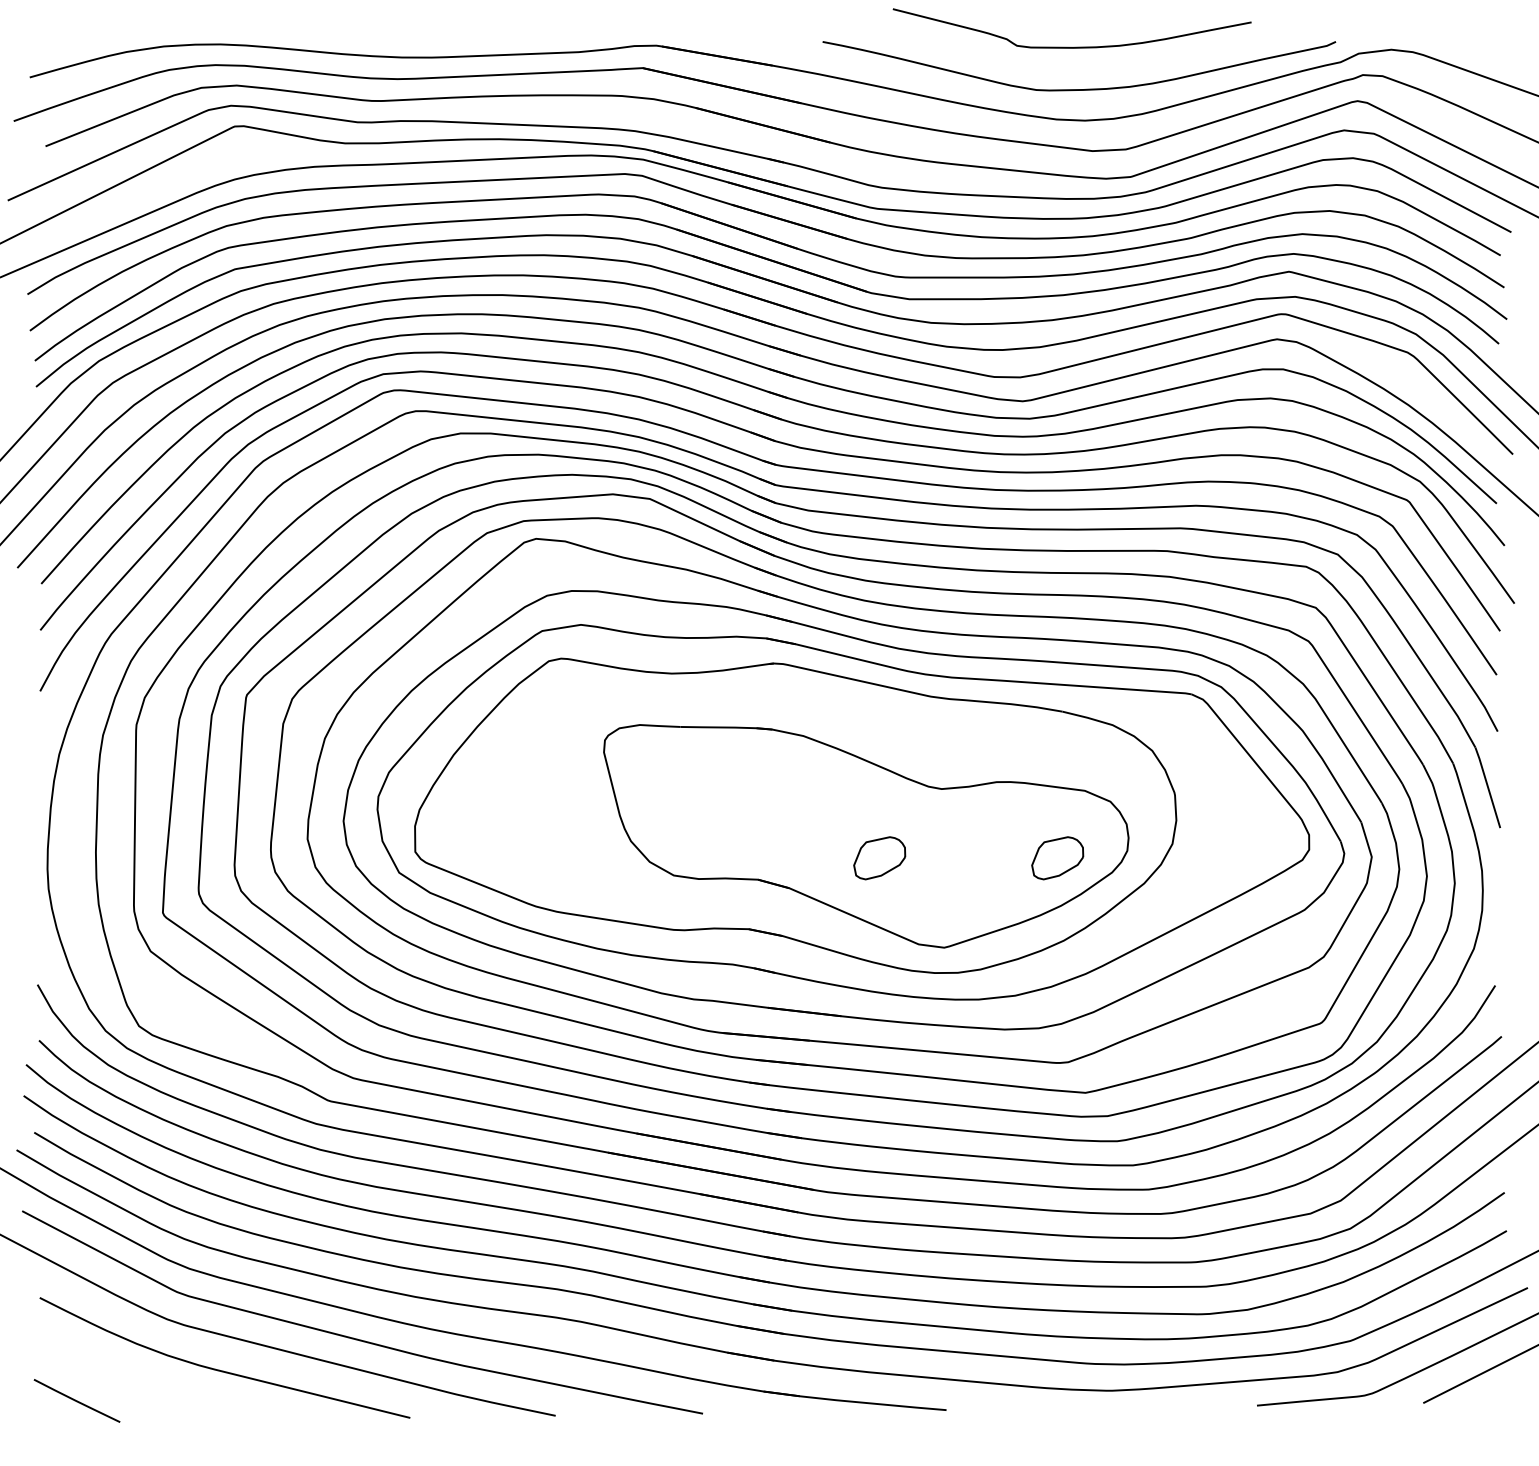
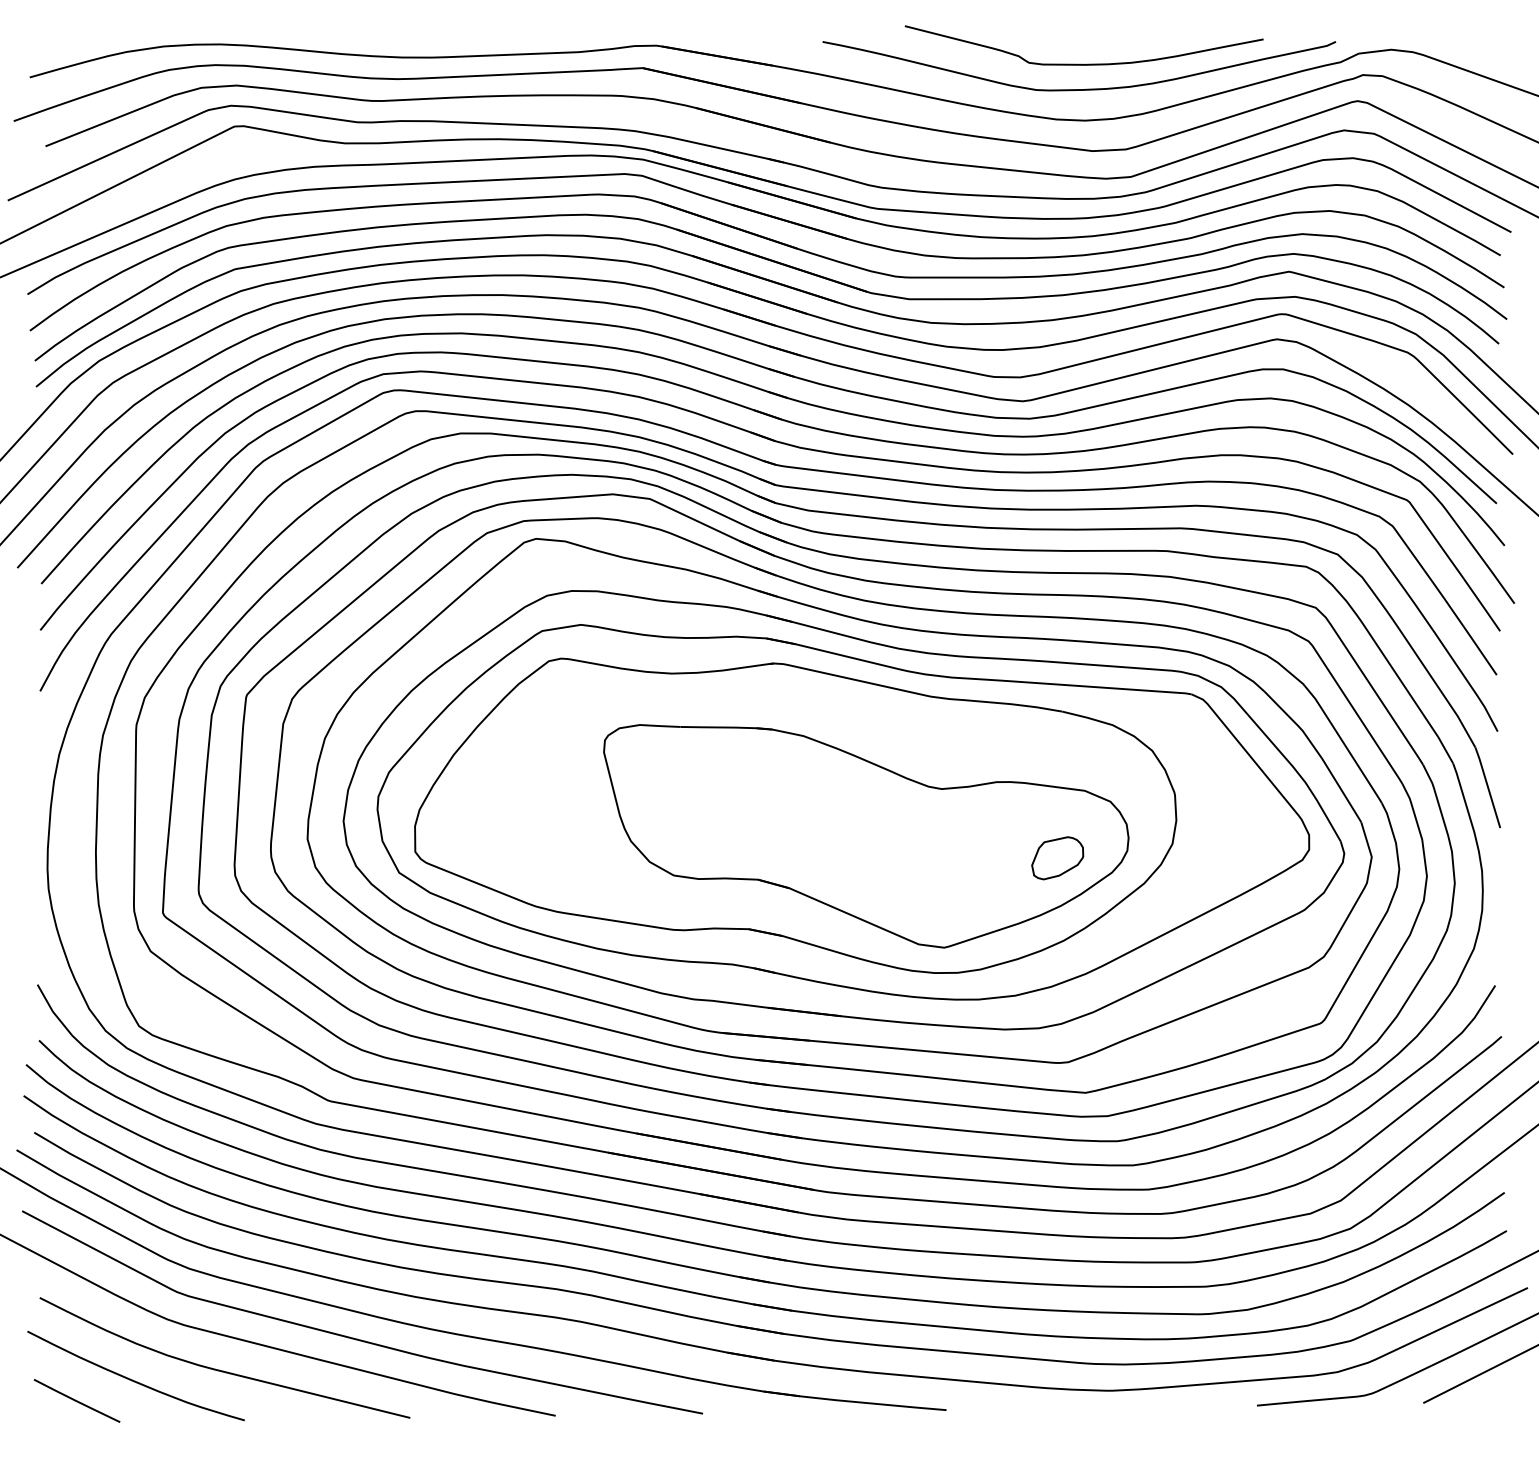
curve at (1069, 46) position: (1069, 46) -> (1081, 63)
part at (879, 858): present -> none
part at (135, 1376): none -> present
